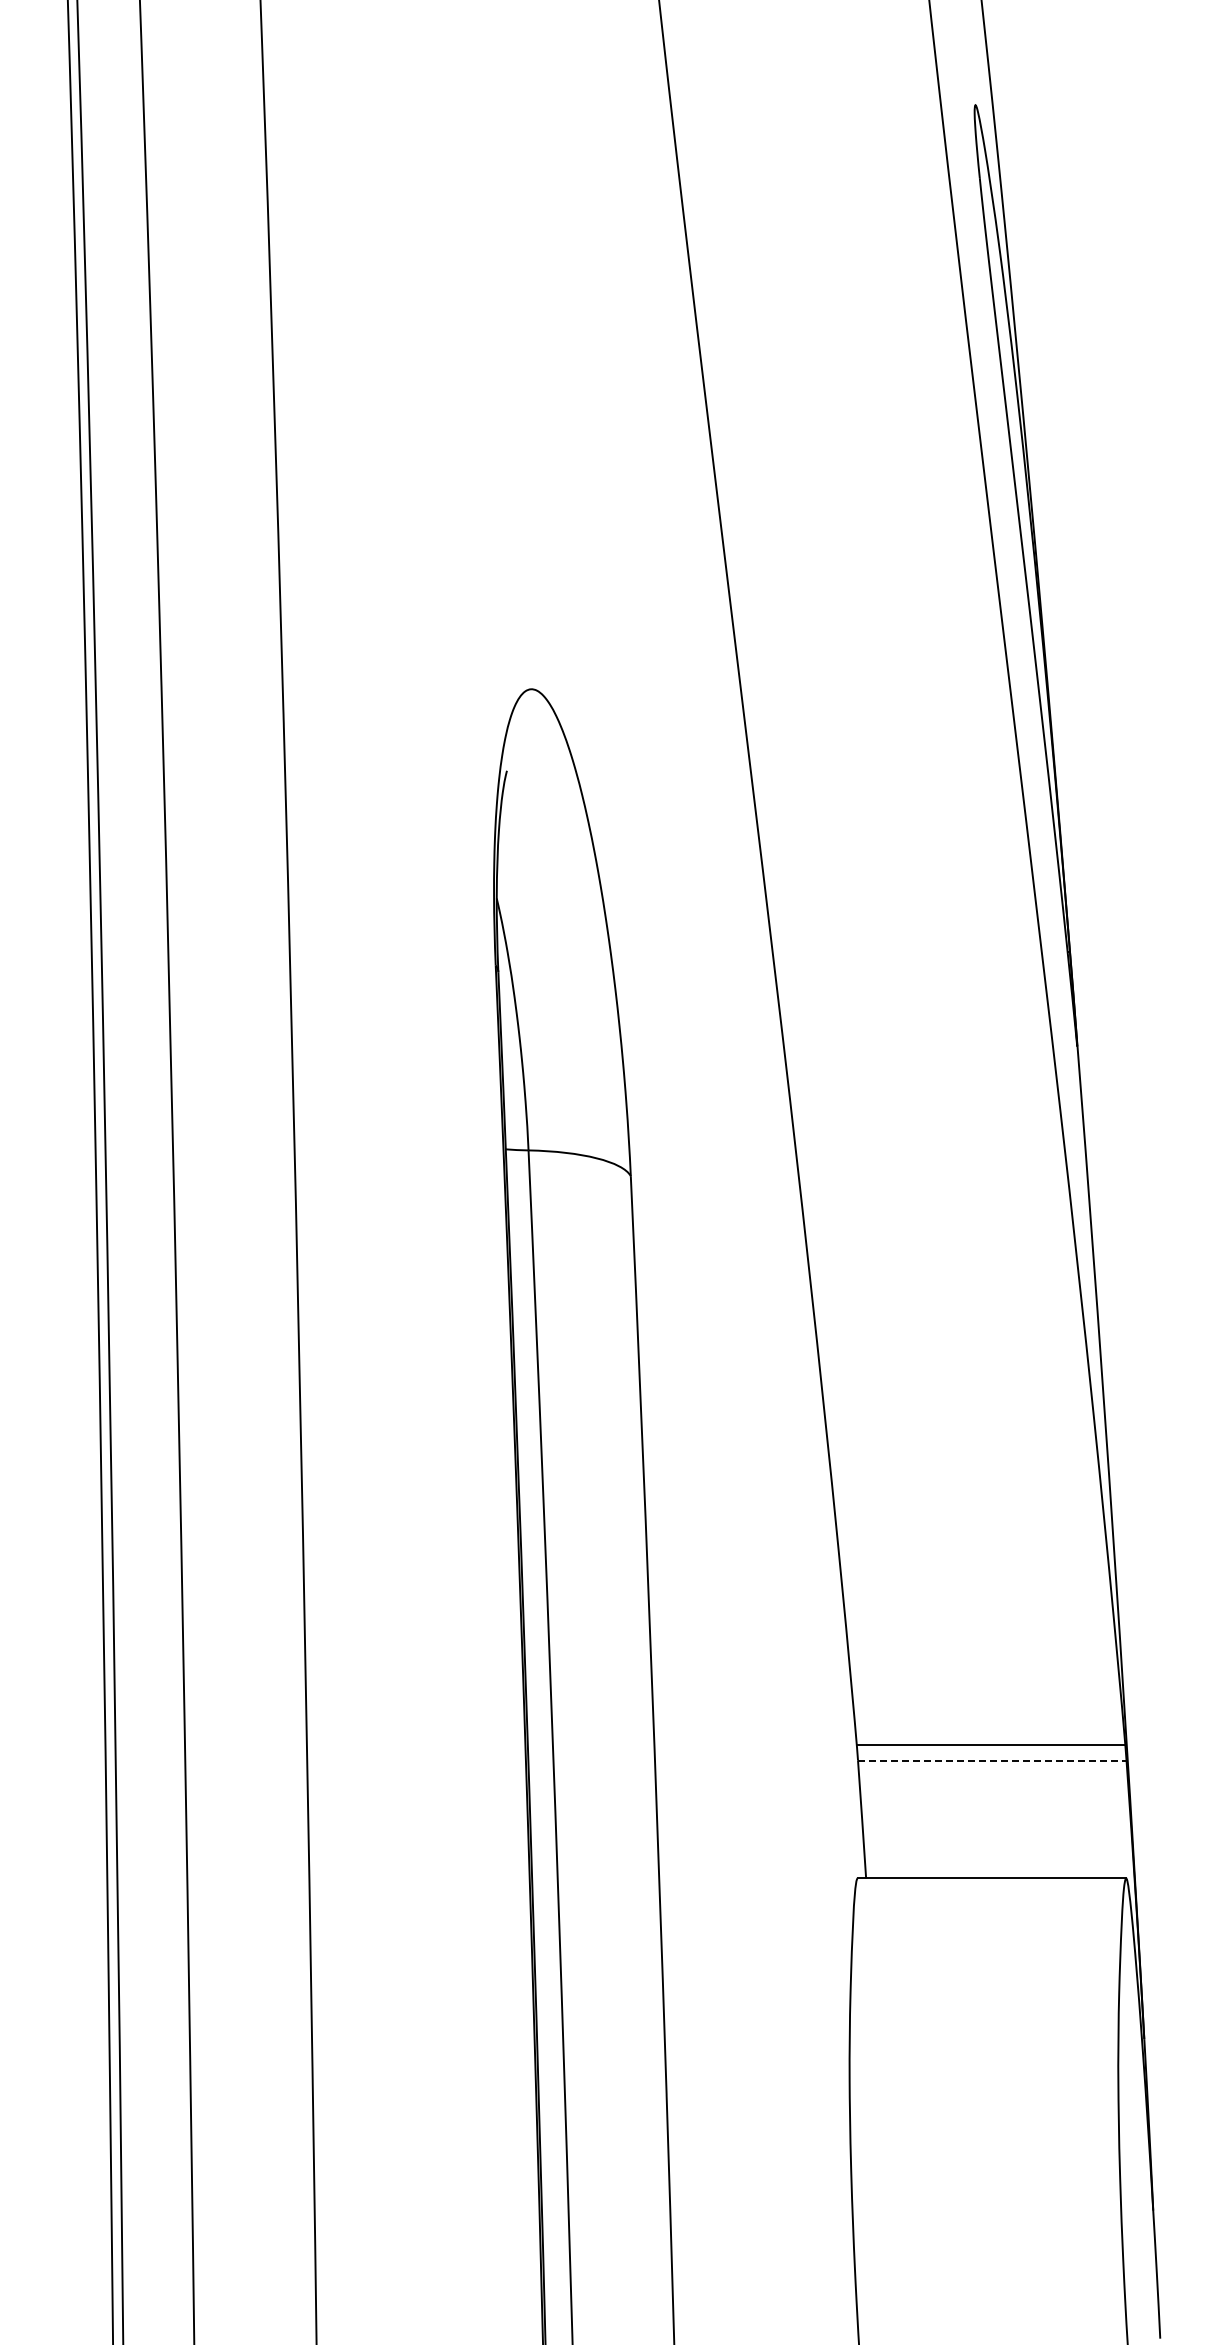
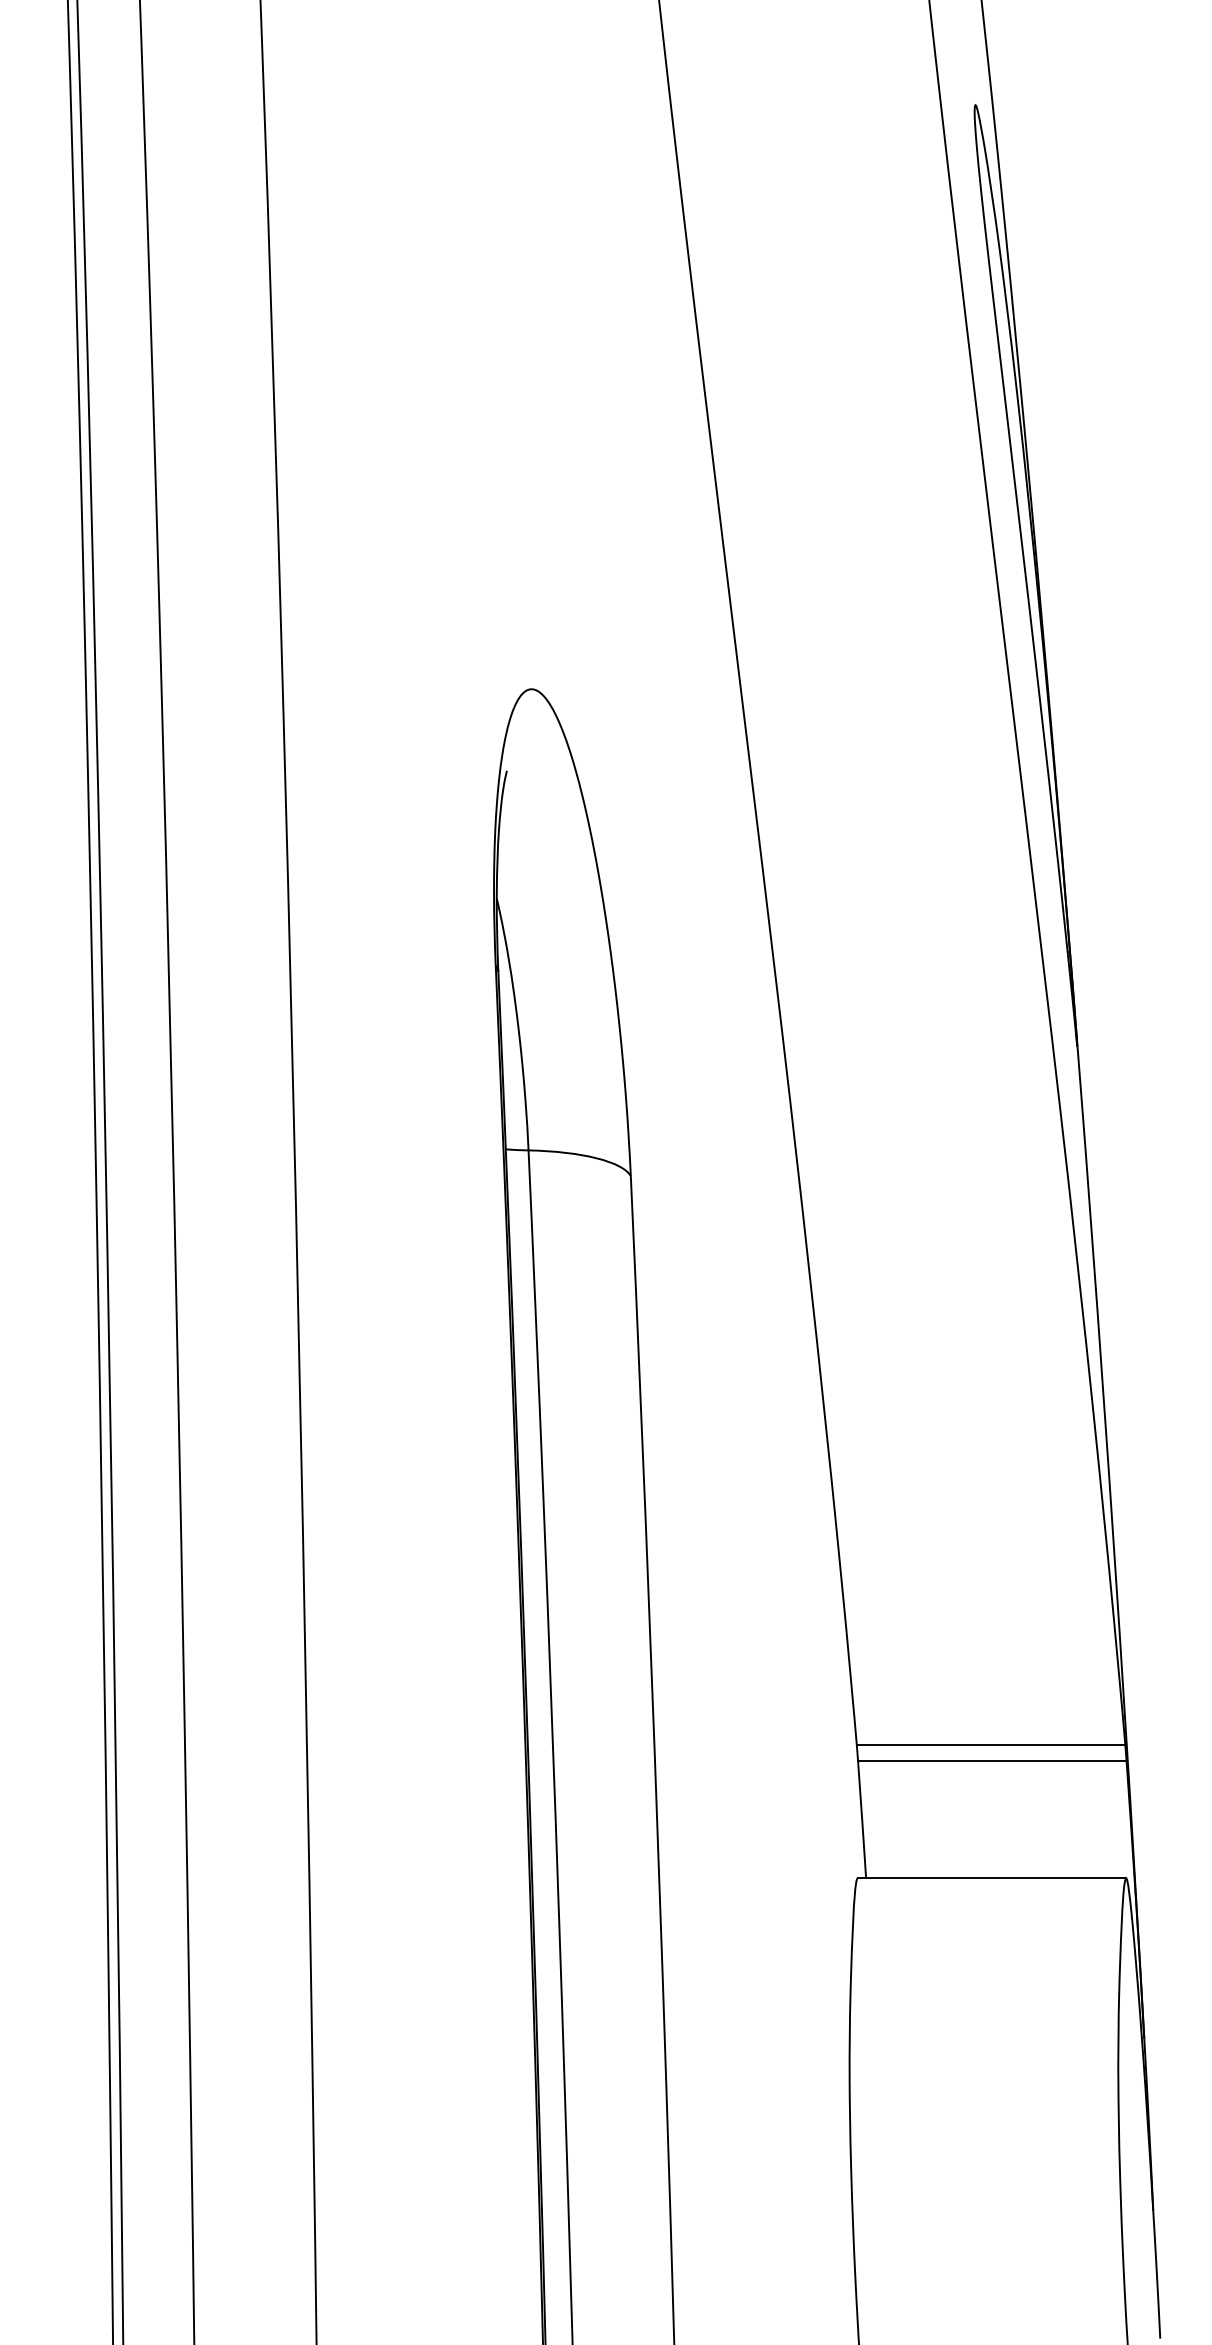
line at (992, 1760): dashed -> solid
